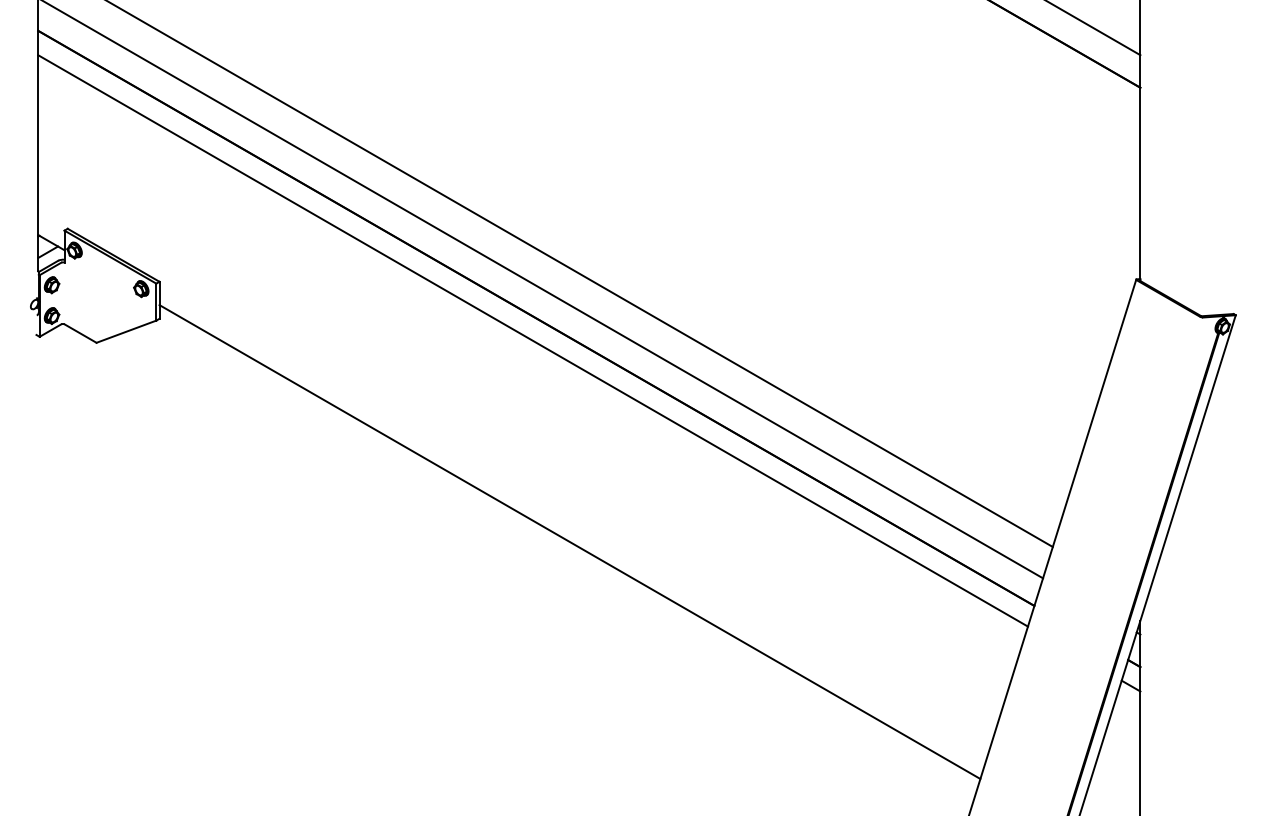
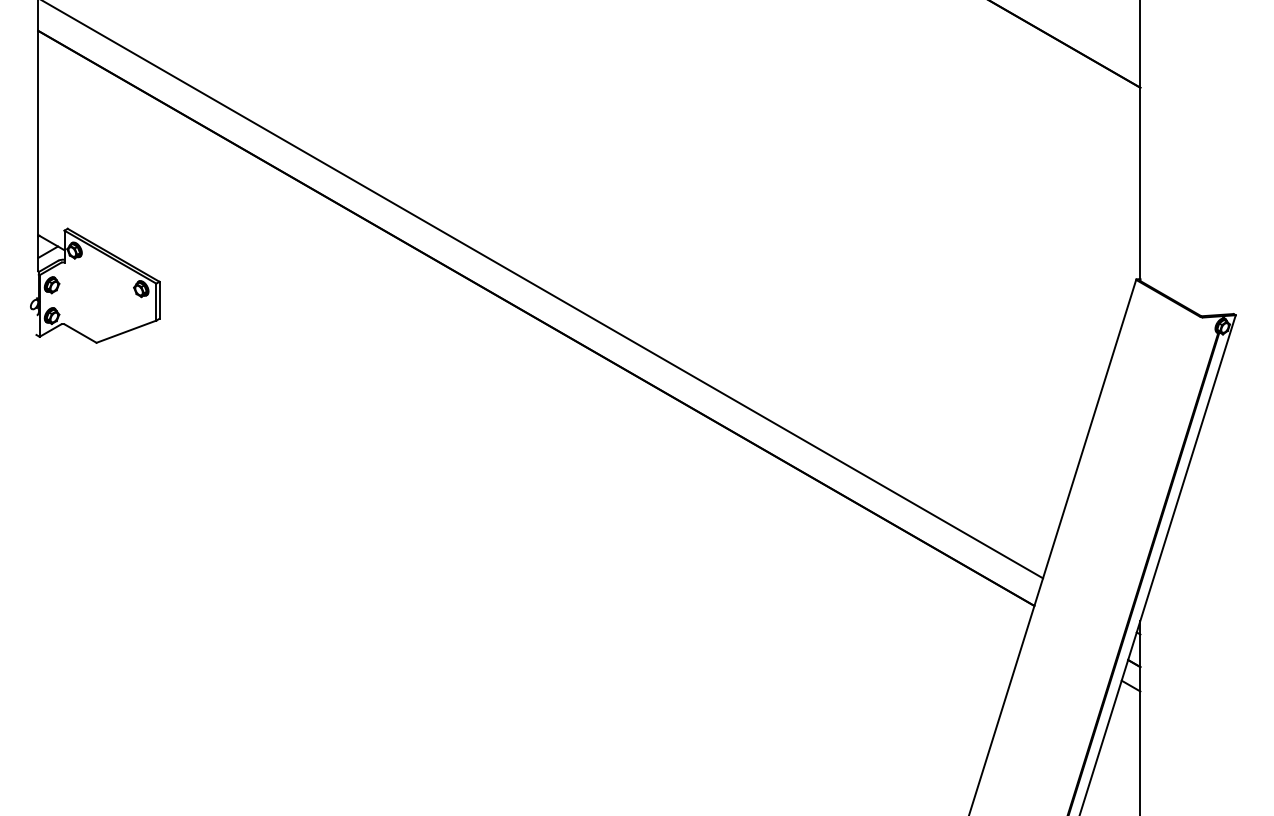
line at (1094, 28): present -> none
line at (580, 274): present -> none
line at (532, 340): present -> none
line at (569, 541): present -> none
